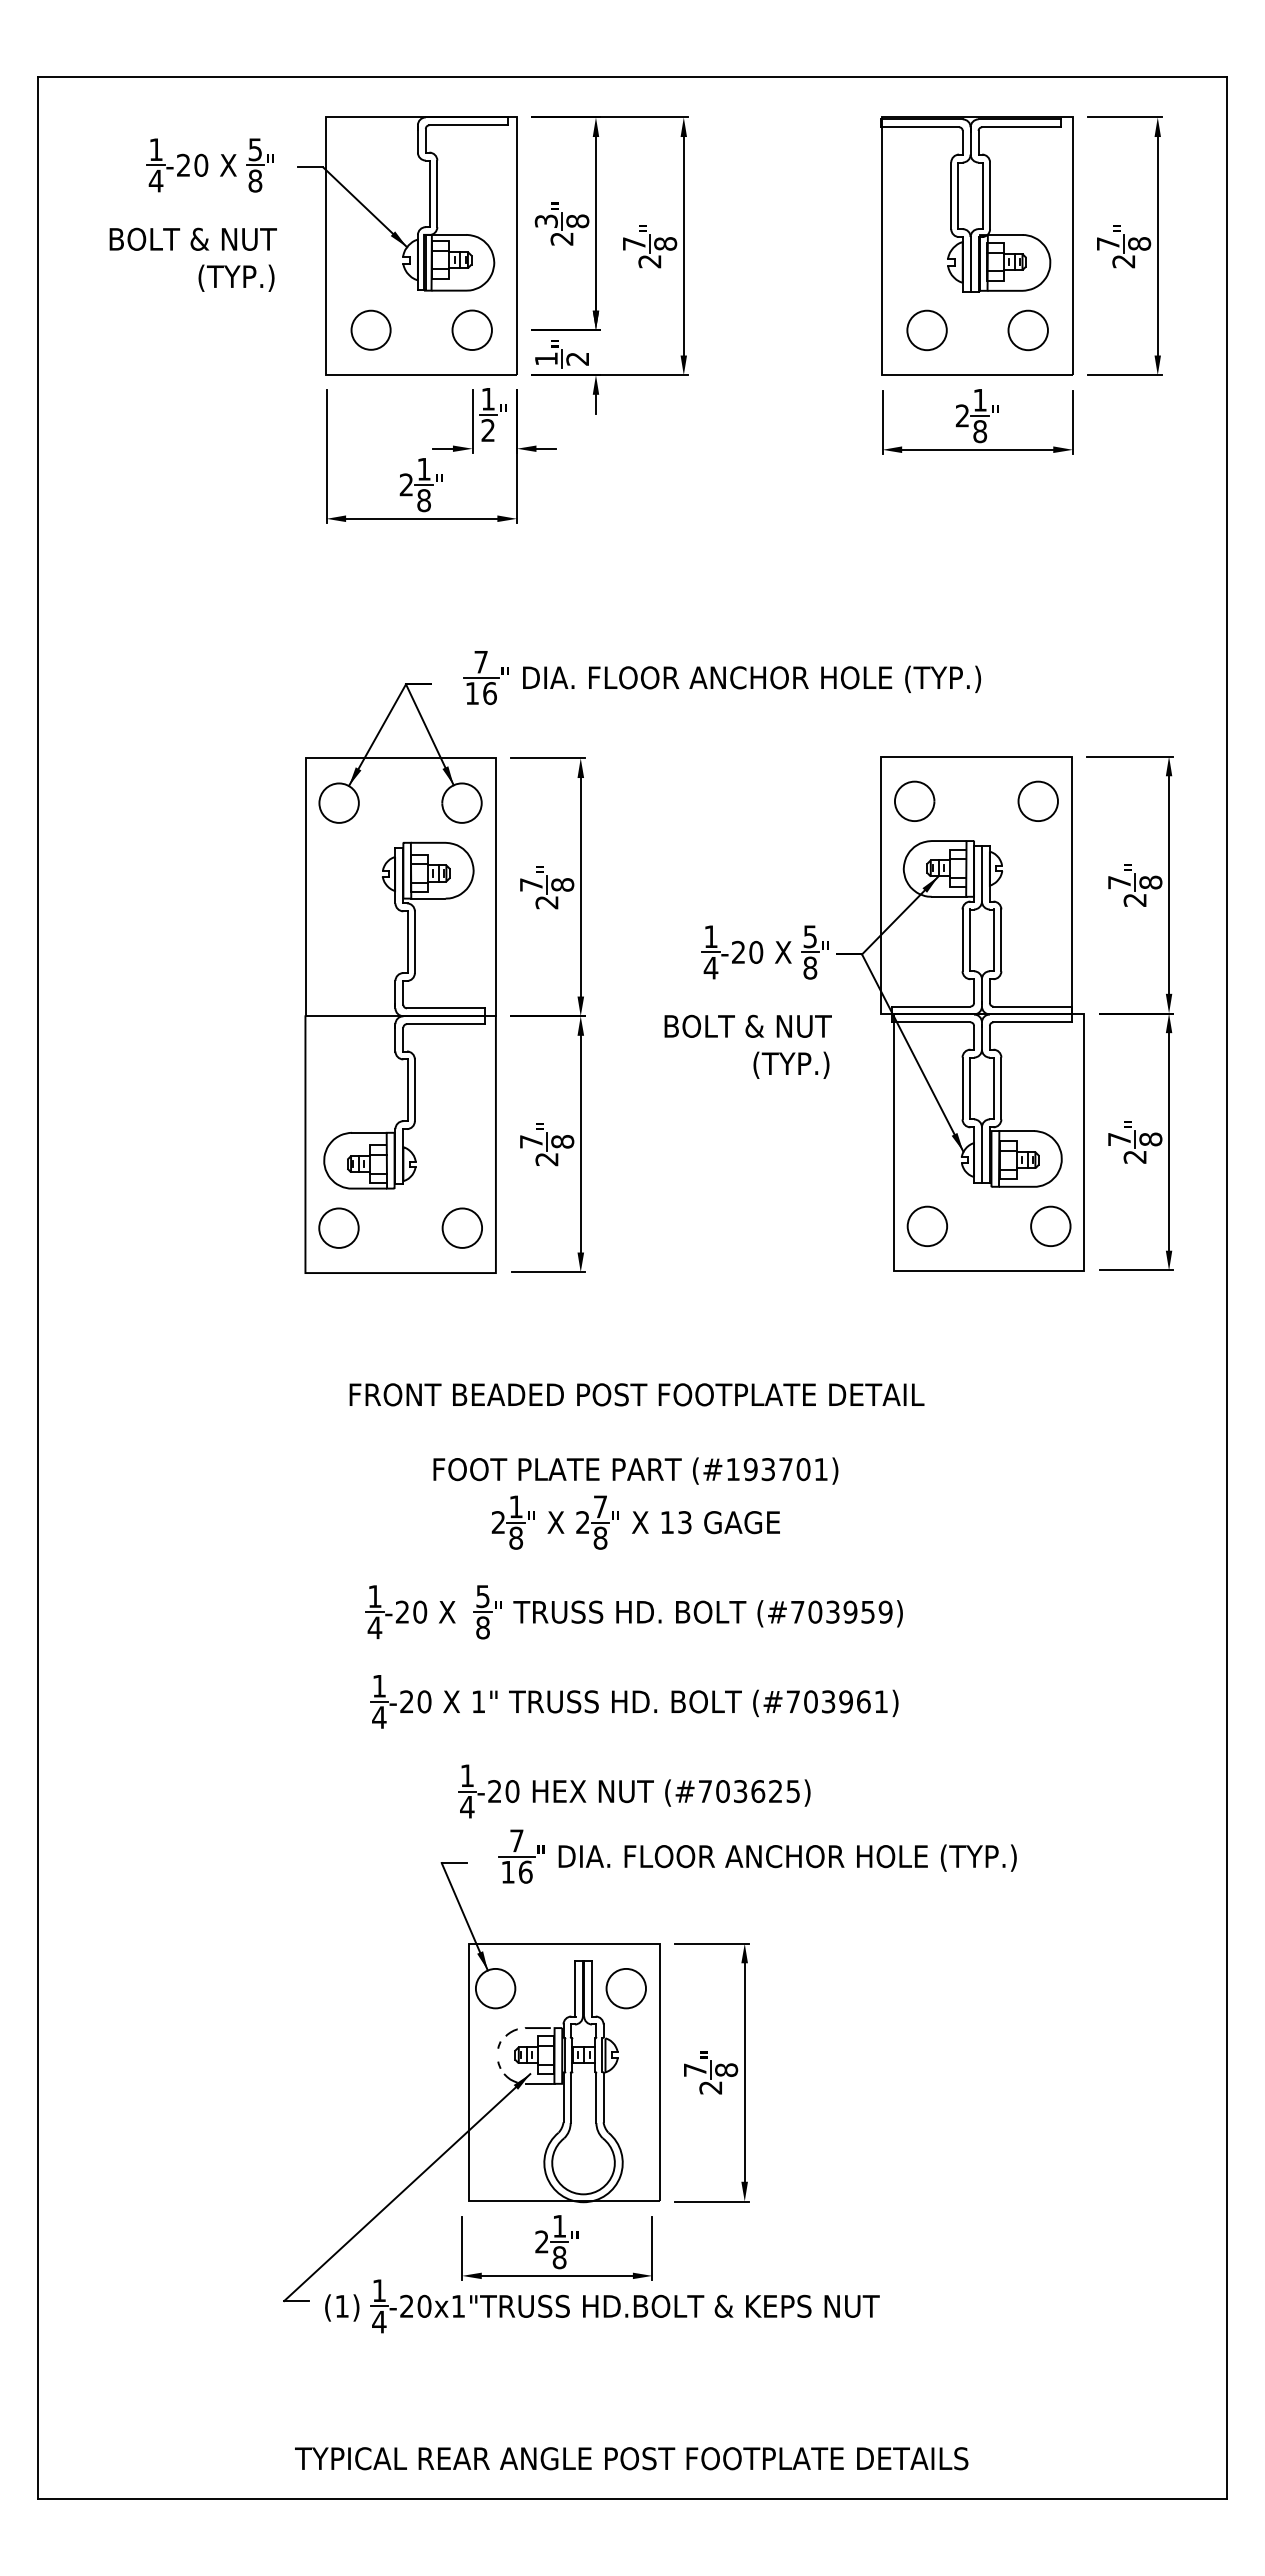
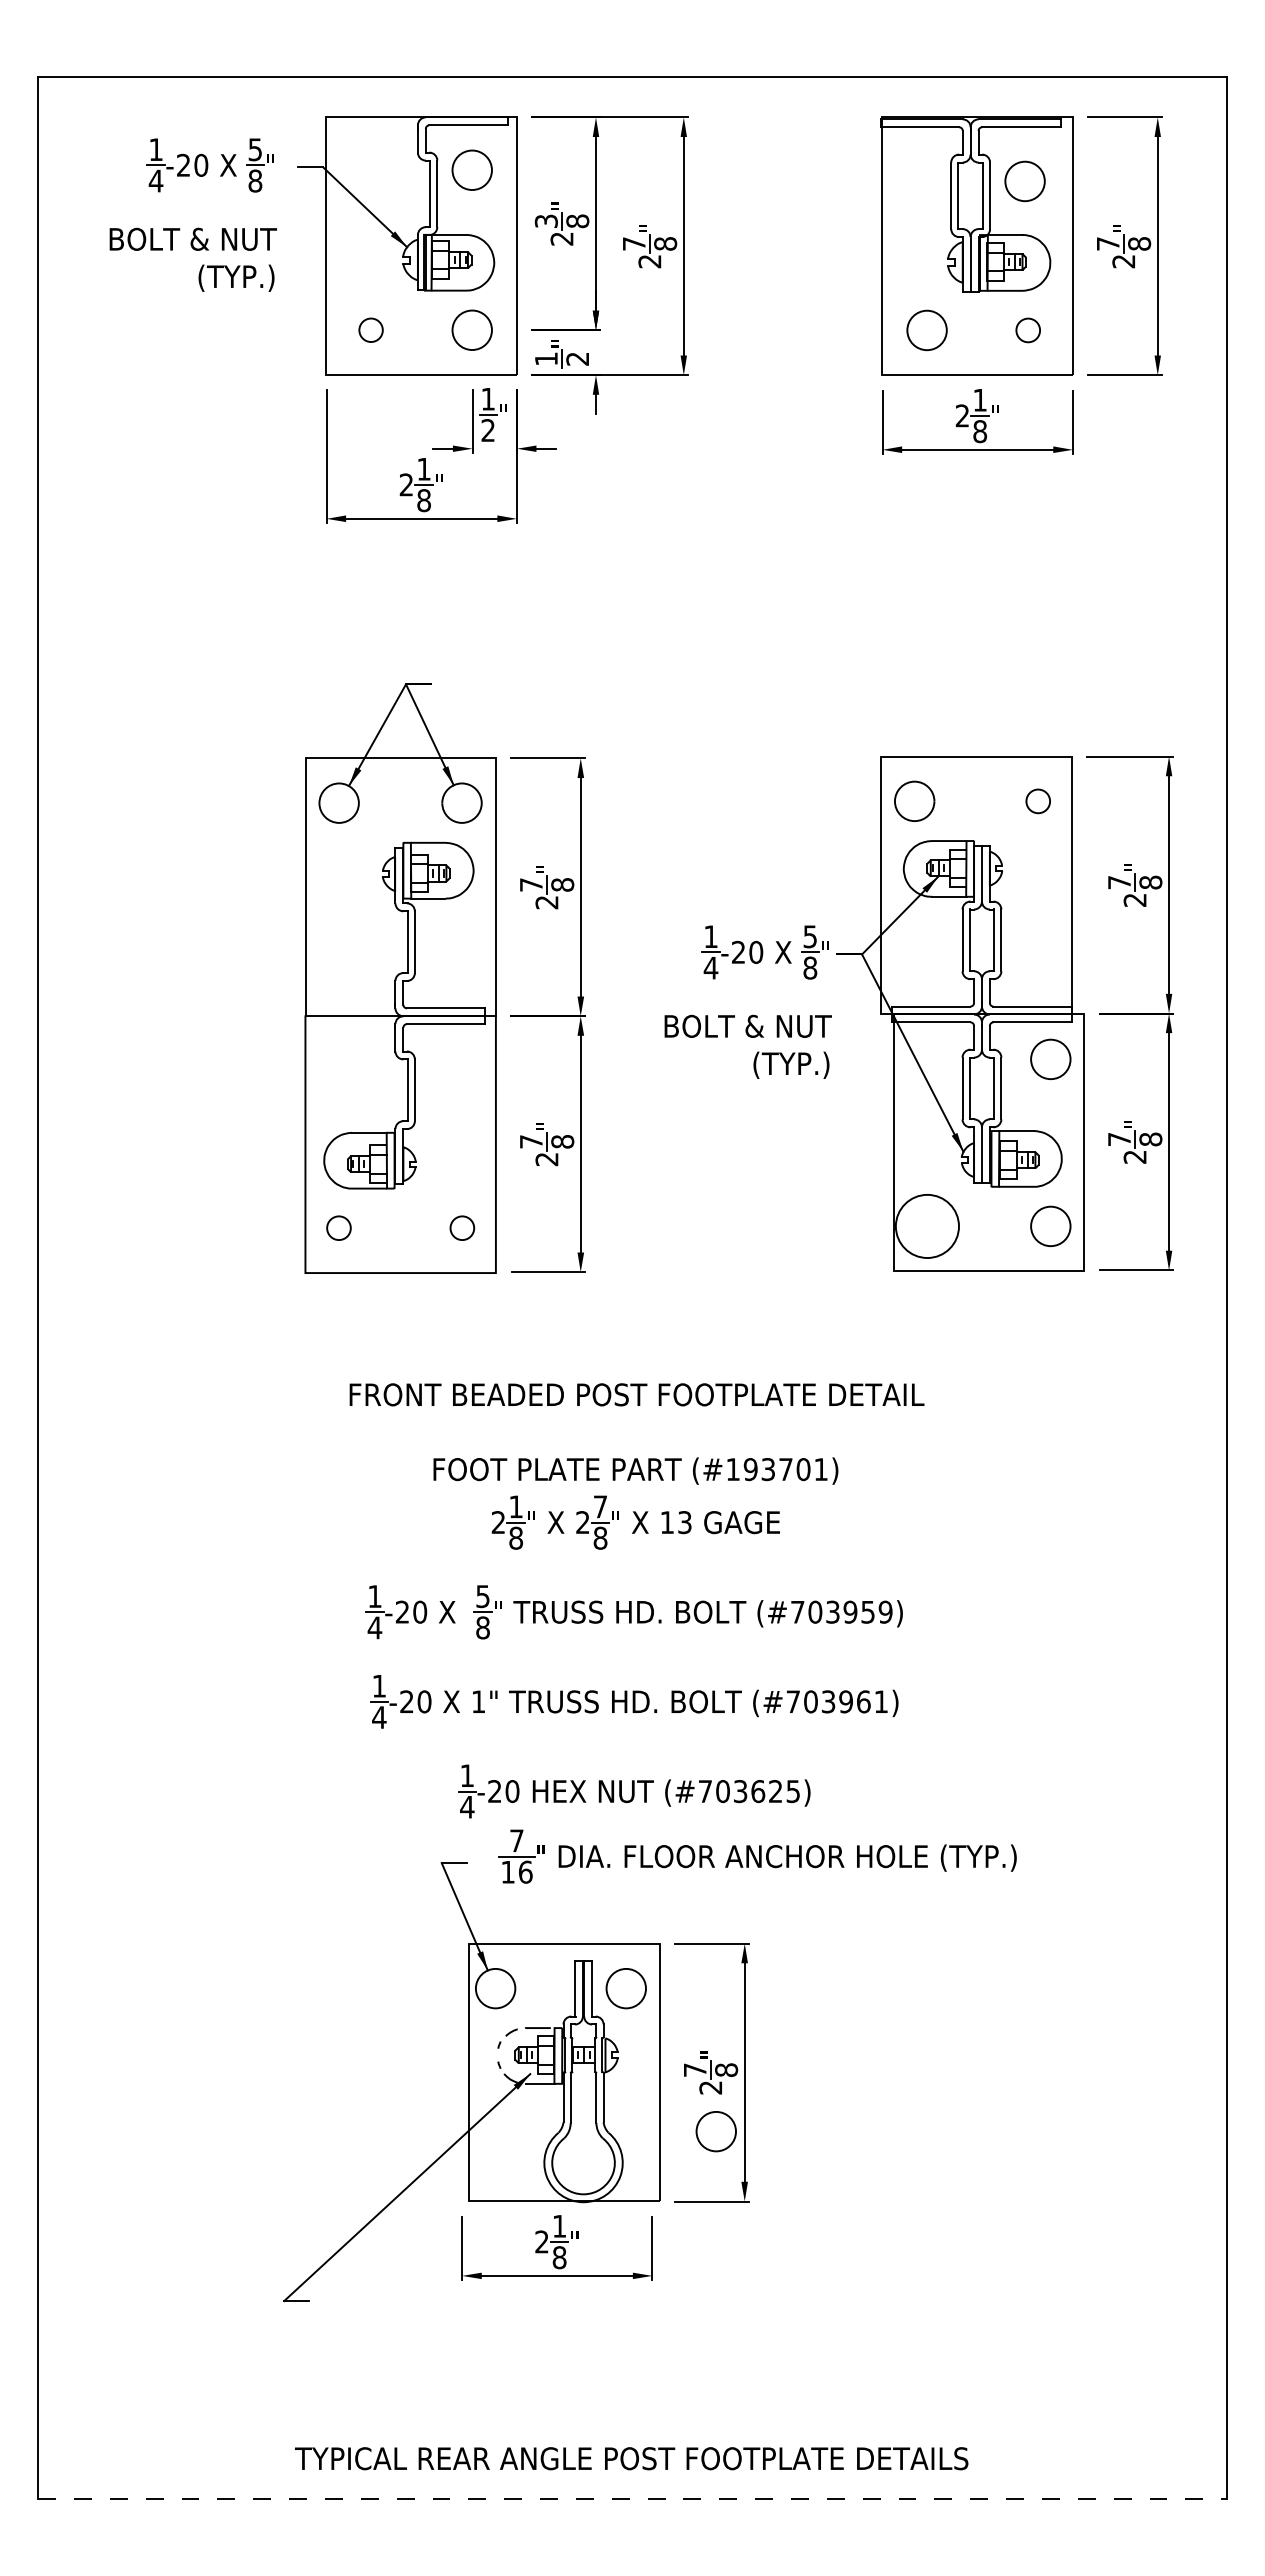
circle at (471, 169): none -> present
circle at (1024, 181): none -> present
circle at (370, 329) diameter: 39 px -> 23 px
circle at (1027, 330) diameter: 39 px -> 24 px
part at (722, 678): present -> none
circle at (1037, 801) diameter: 39 px -> 24 px
circle at (1050, 1058): none -> present
circle at (927, 1226) diameter: 39 px -> 63 px
circle at (338, 1227) diameter: 39 px -> 24 px
circle at (462, 1227) diameter: 39 px -> 24 px
circle at (715, 2131): none -> present
part at (602, 2306): present -> none
line at (632, 2498): solid -> dashed
